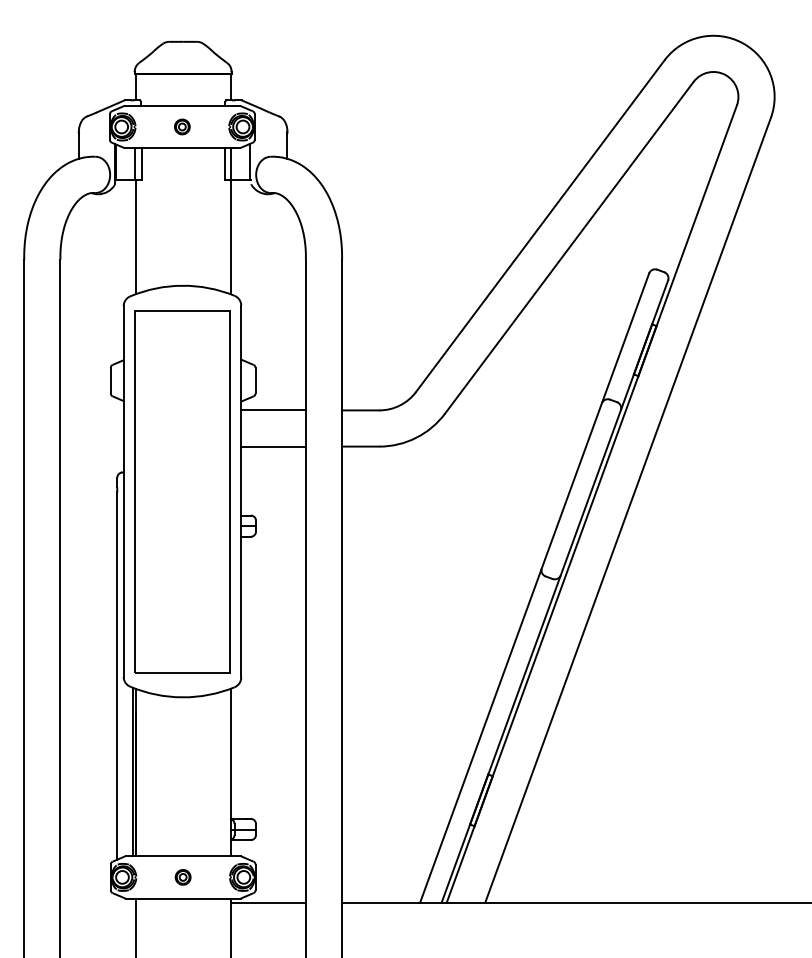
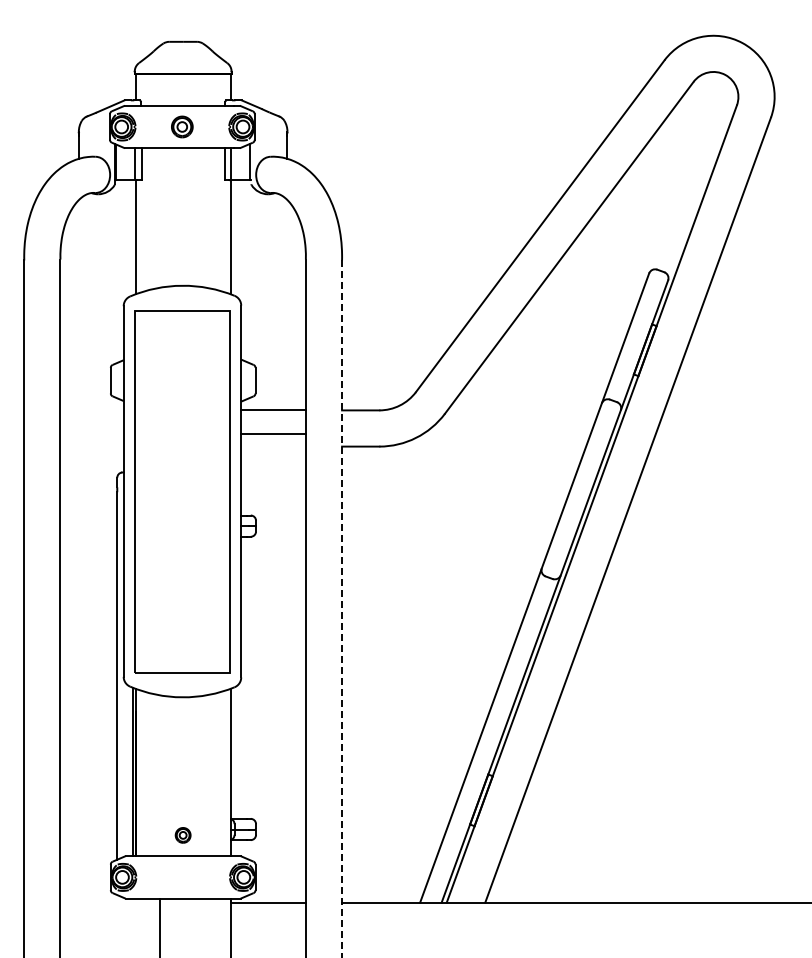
part at (182, 126) size: 17x18 px -> 23x24 px
line at (273, 446) position: (273, 446) -> (273, 433)
line at (342, 608): solid -> dashed
part at (182, 877) position: (182, 877) -> (182, 835)
line at (135, 926) position: (135, 926) -> (159, 926)
